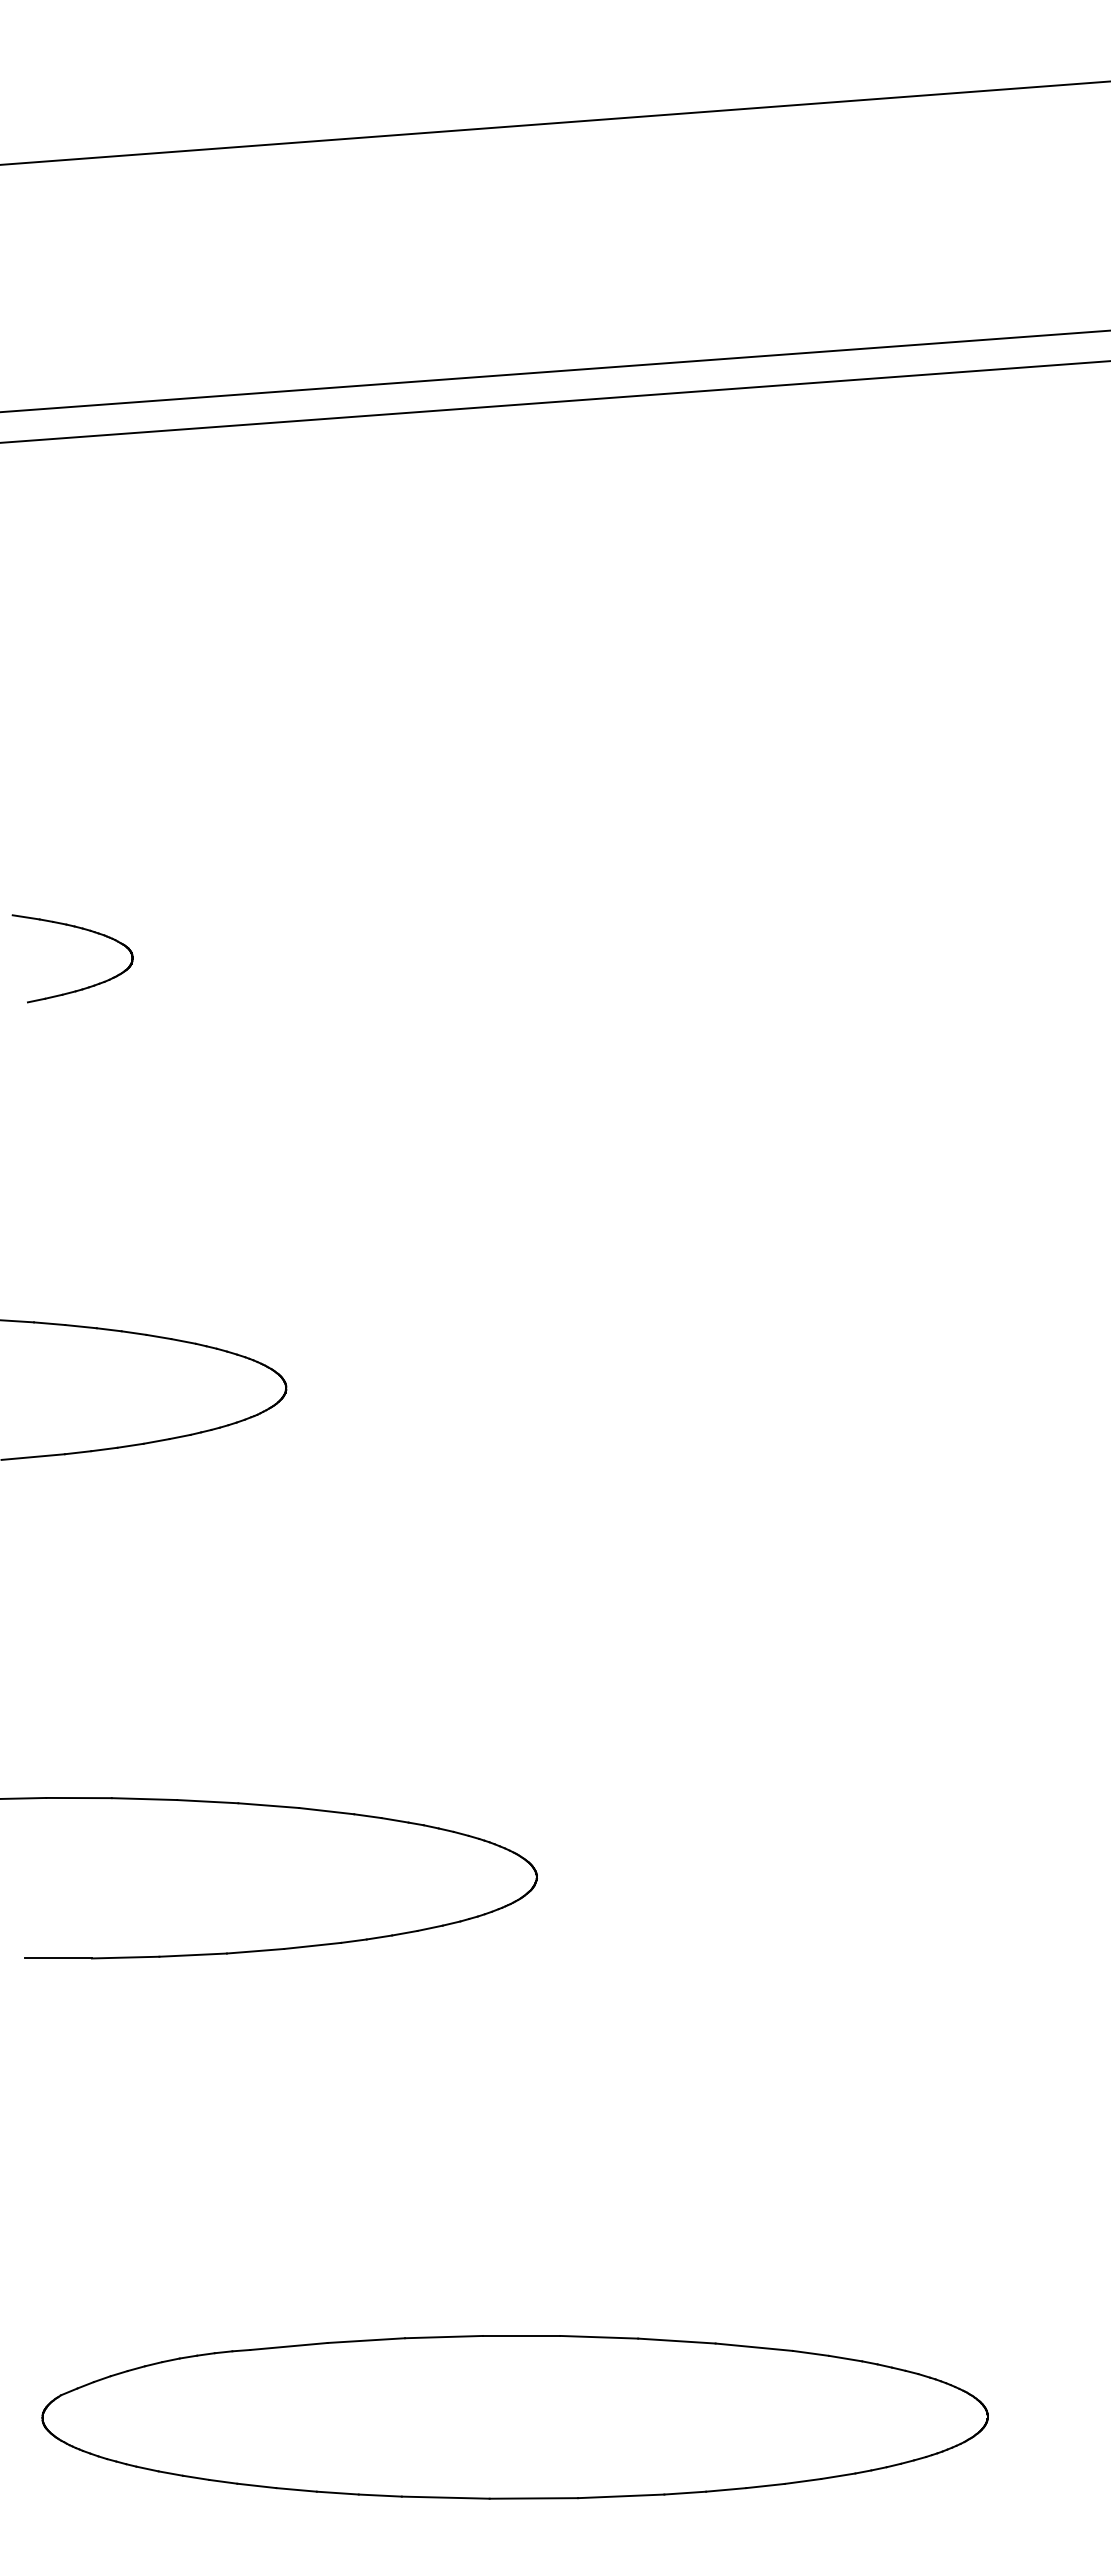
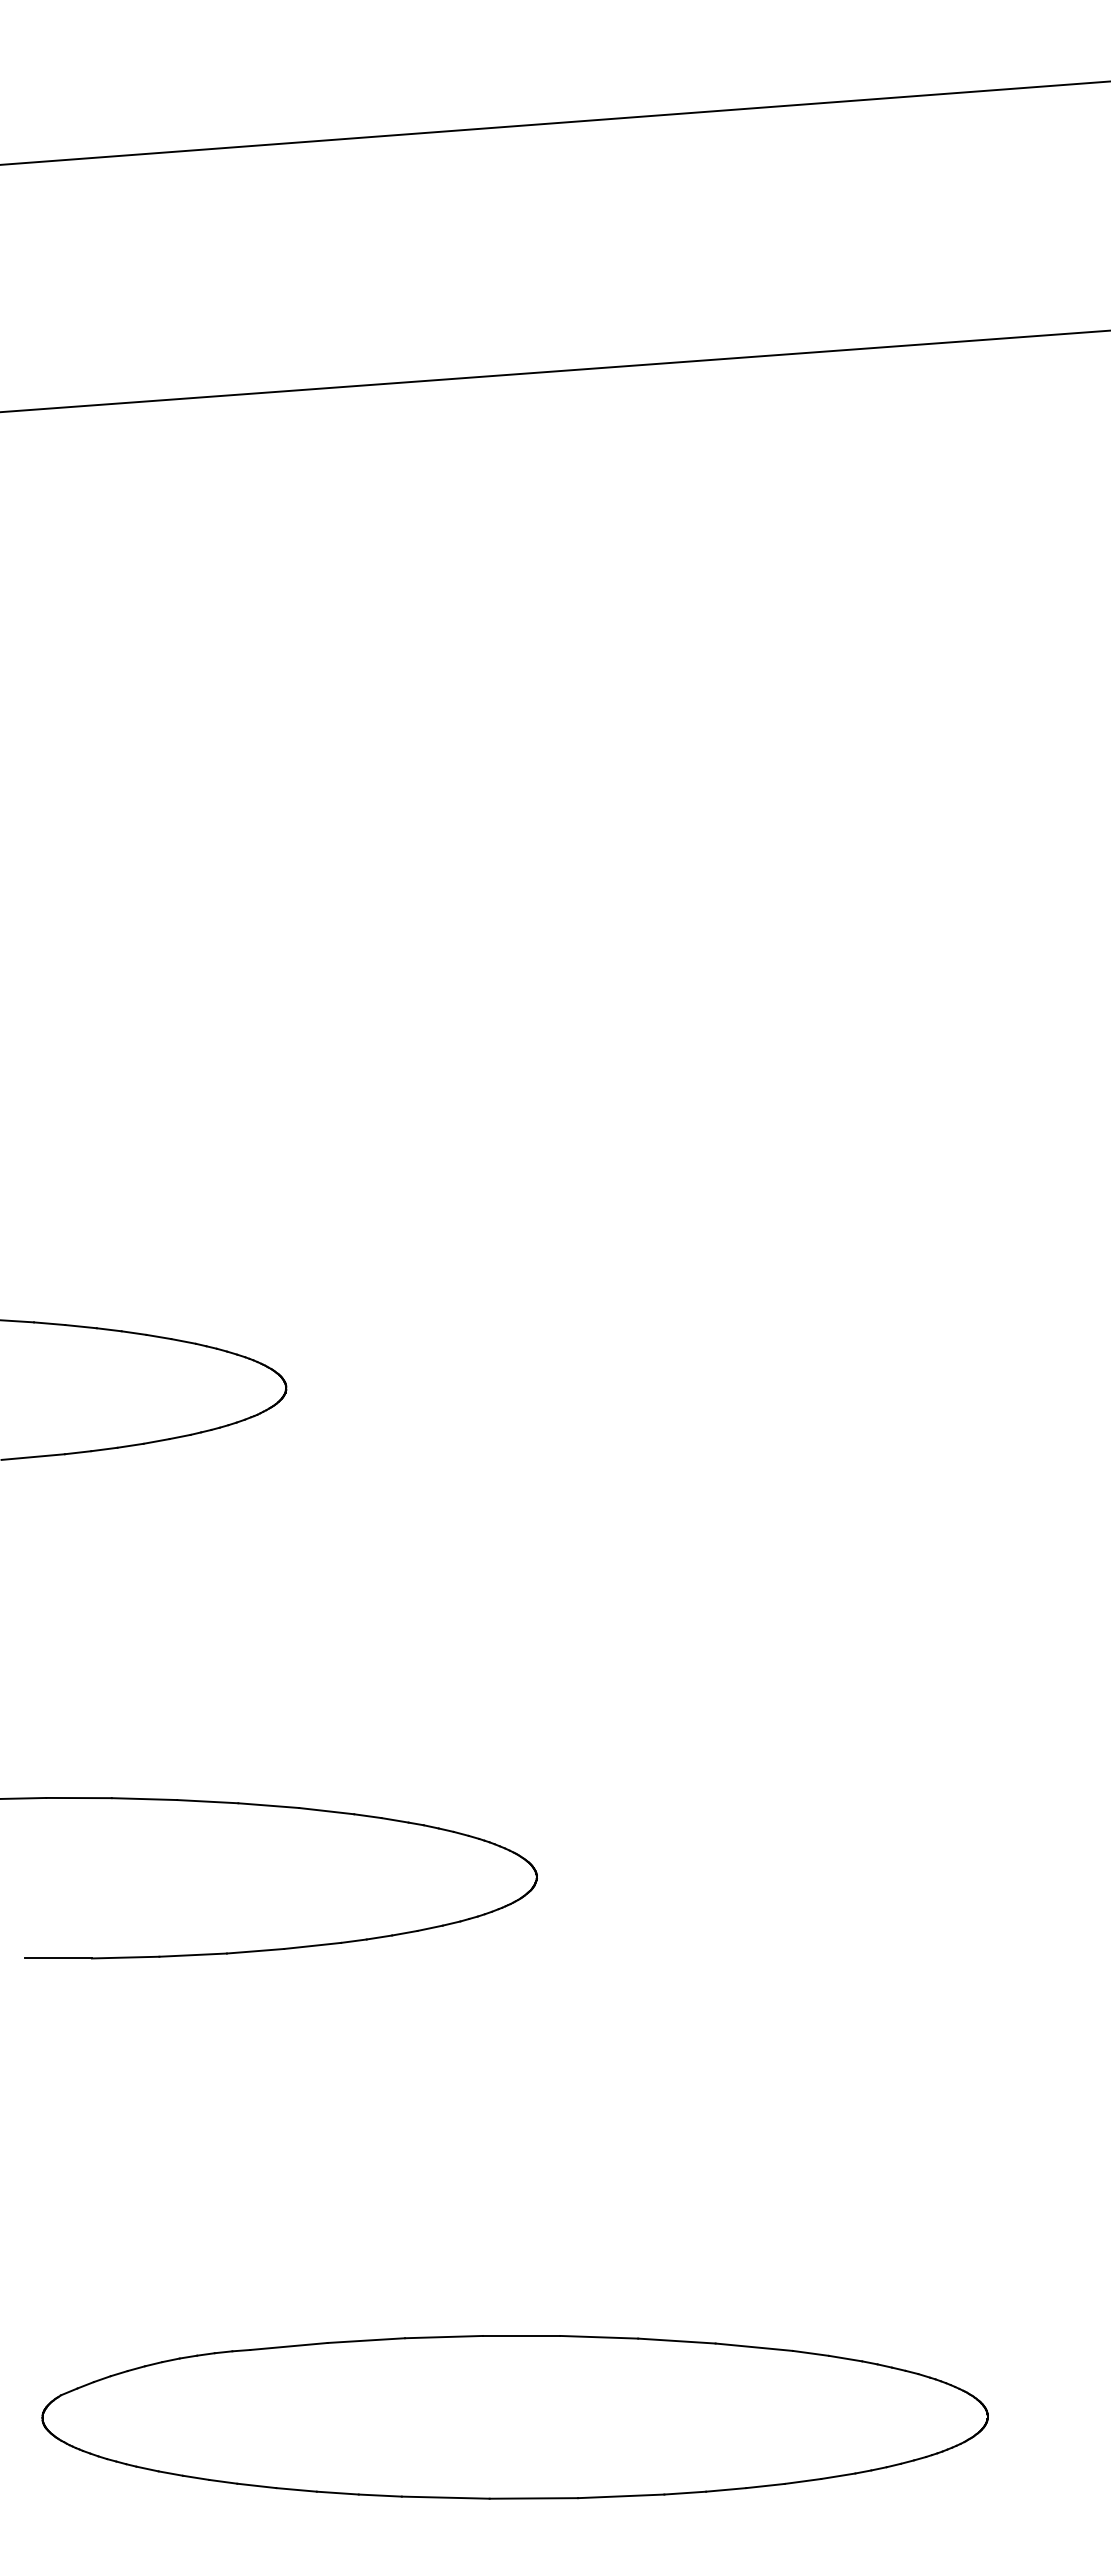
line at (554, 401): present -> none
part at (81, 929): present -> none
